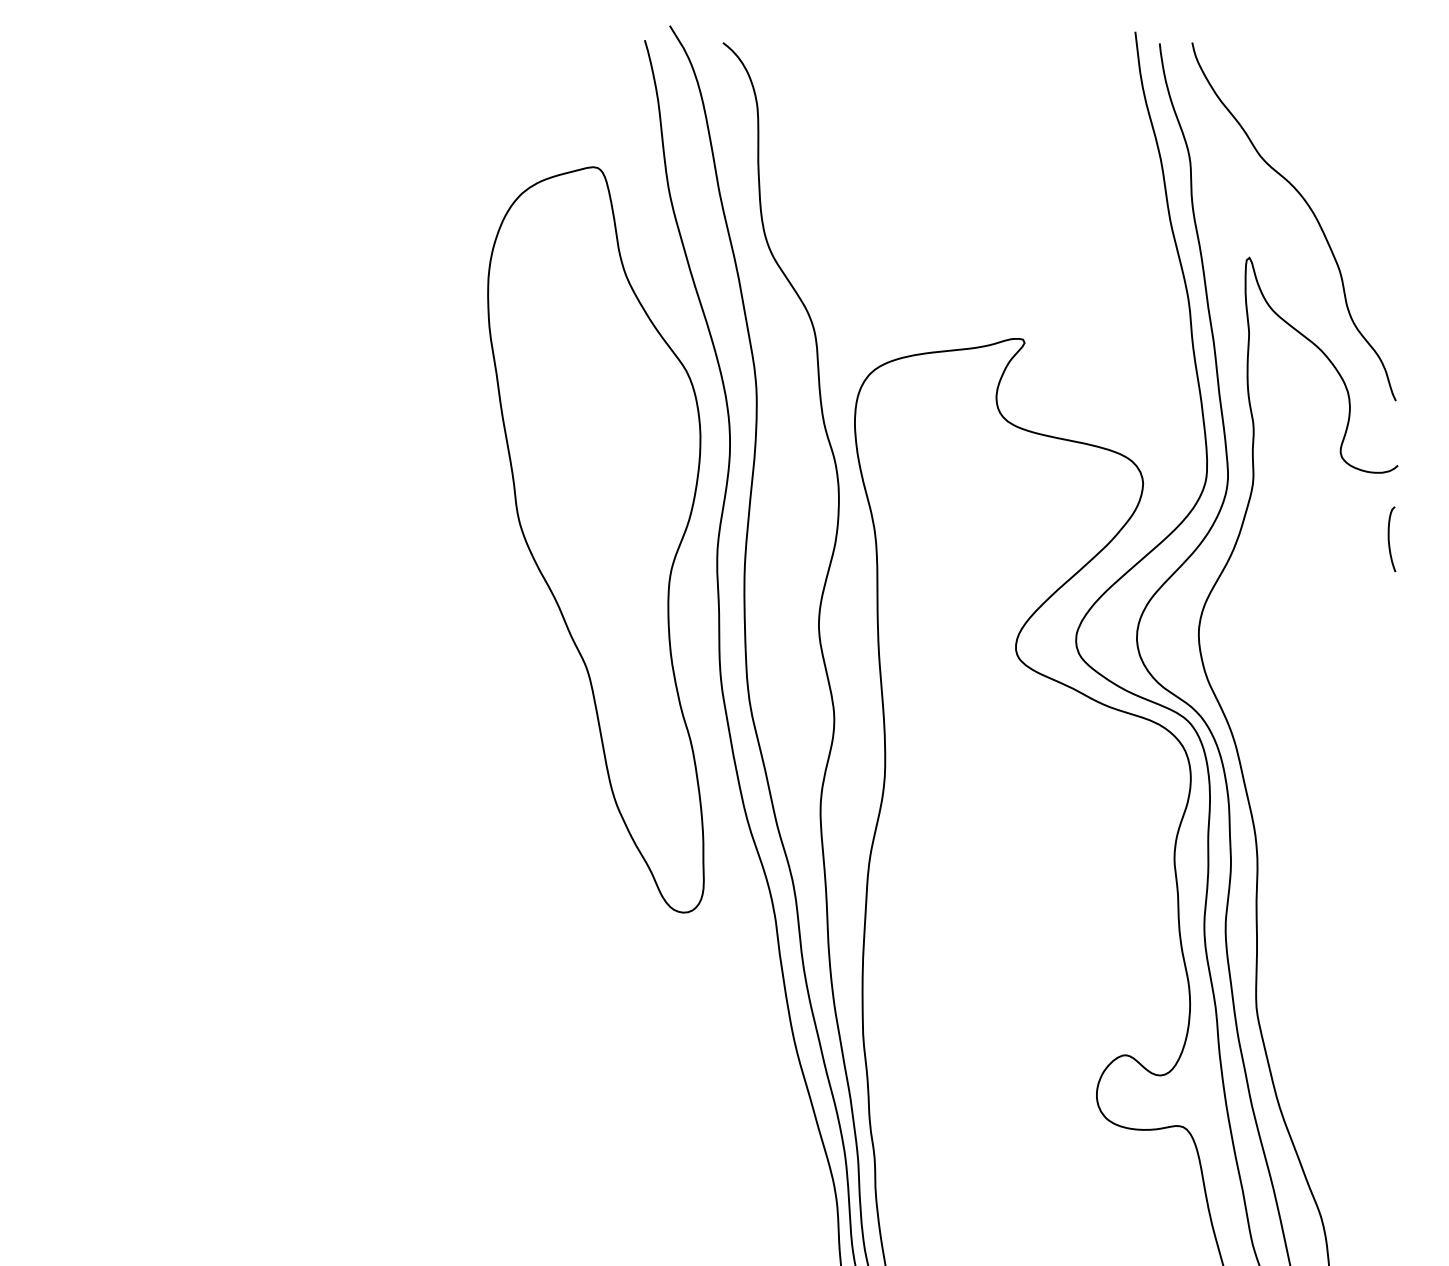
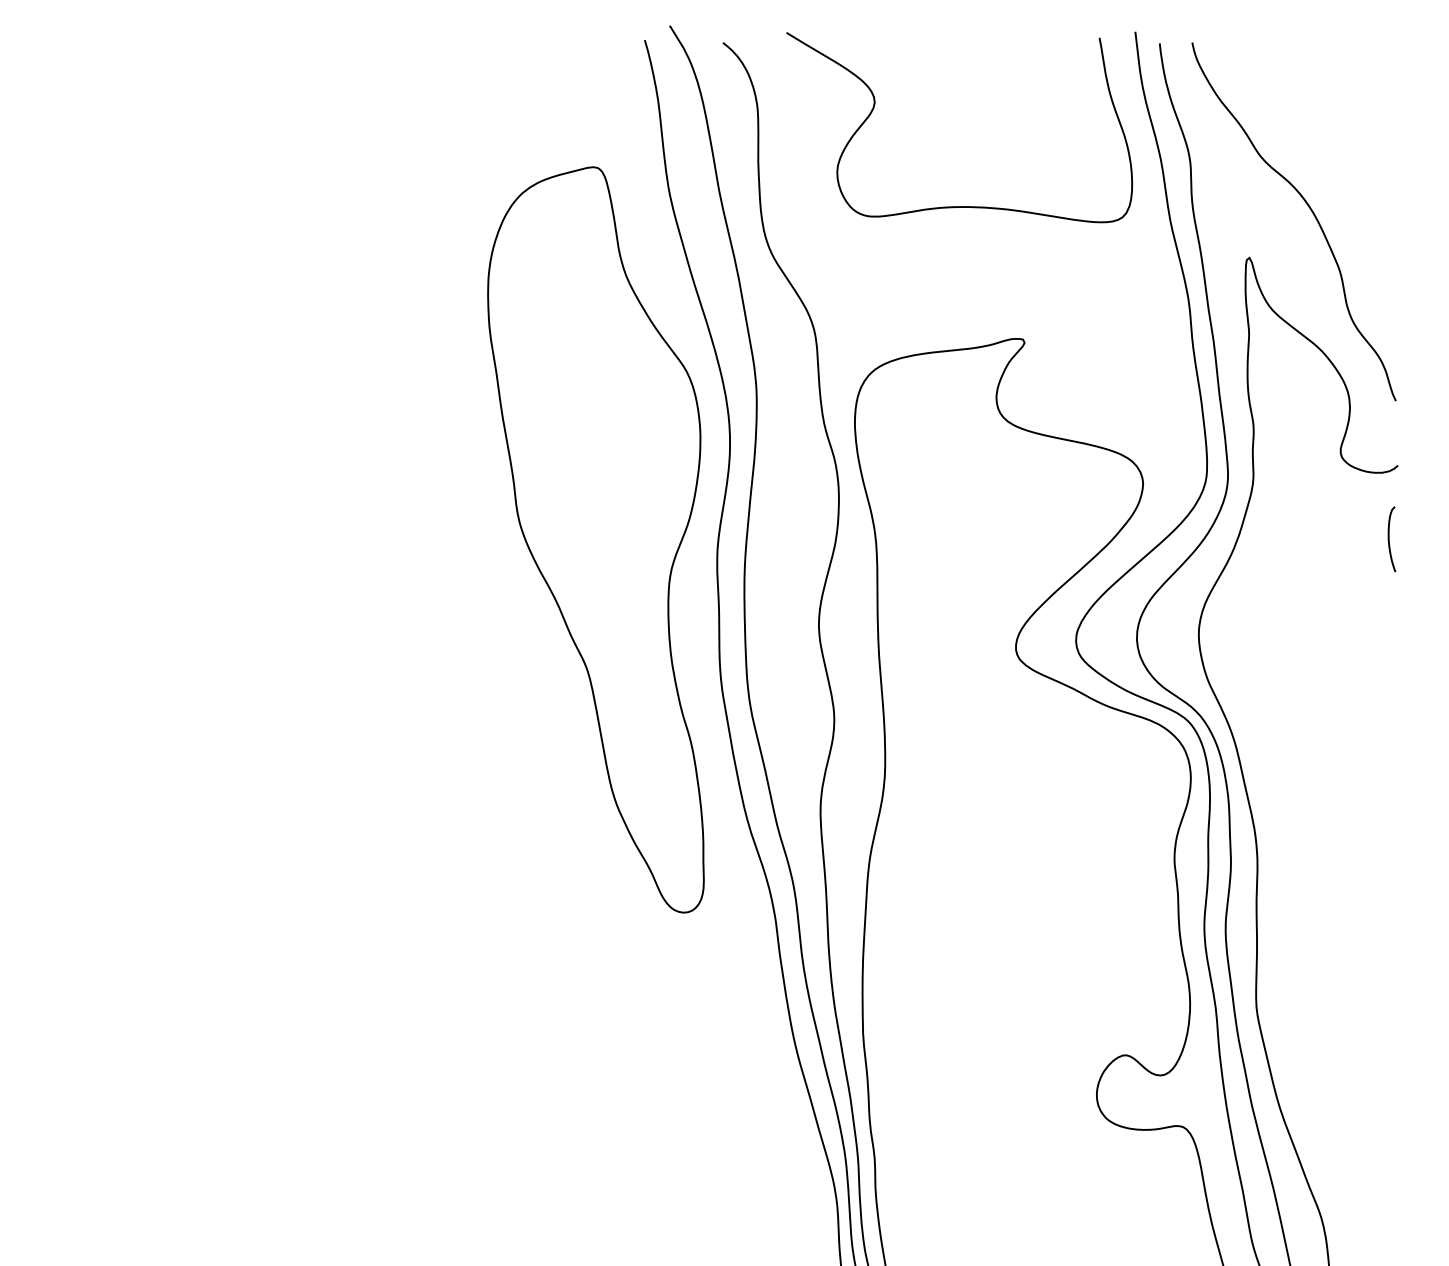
curve at (959, 206): none -> present
